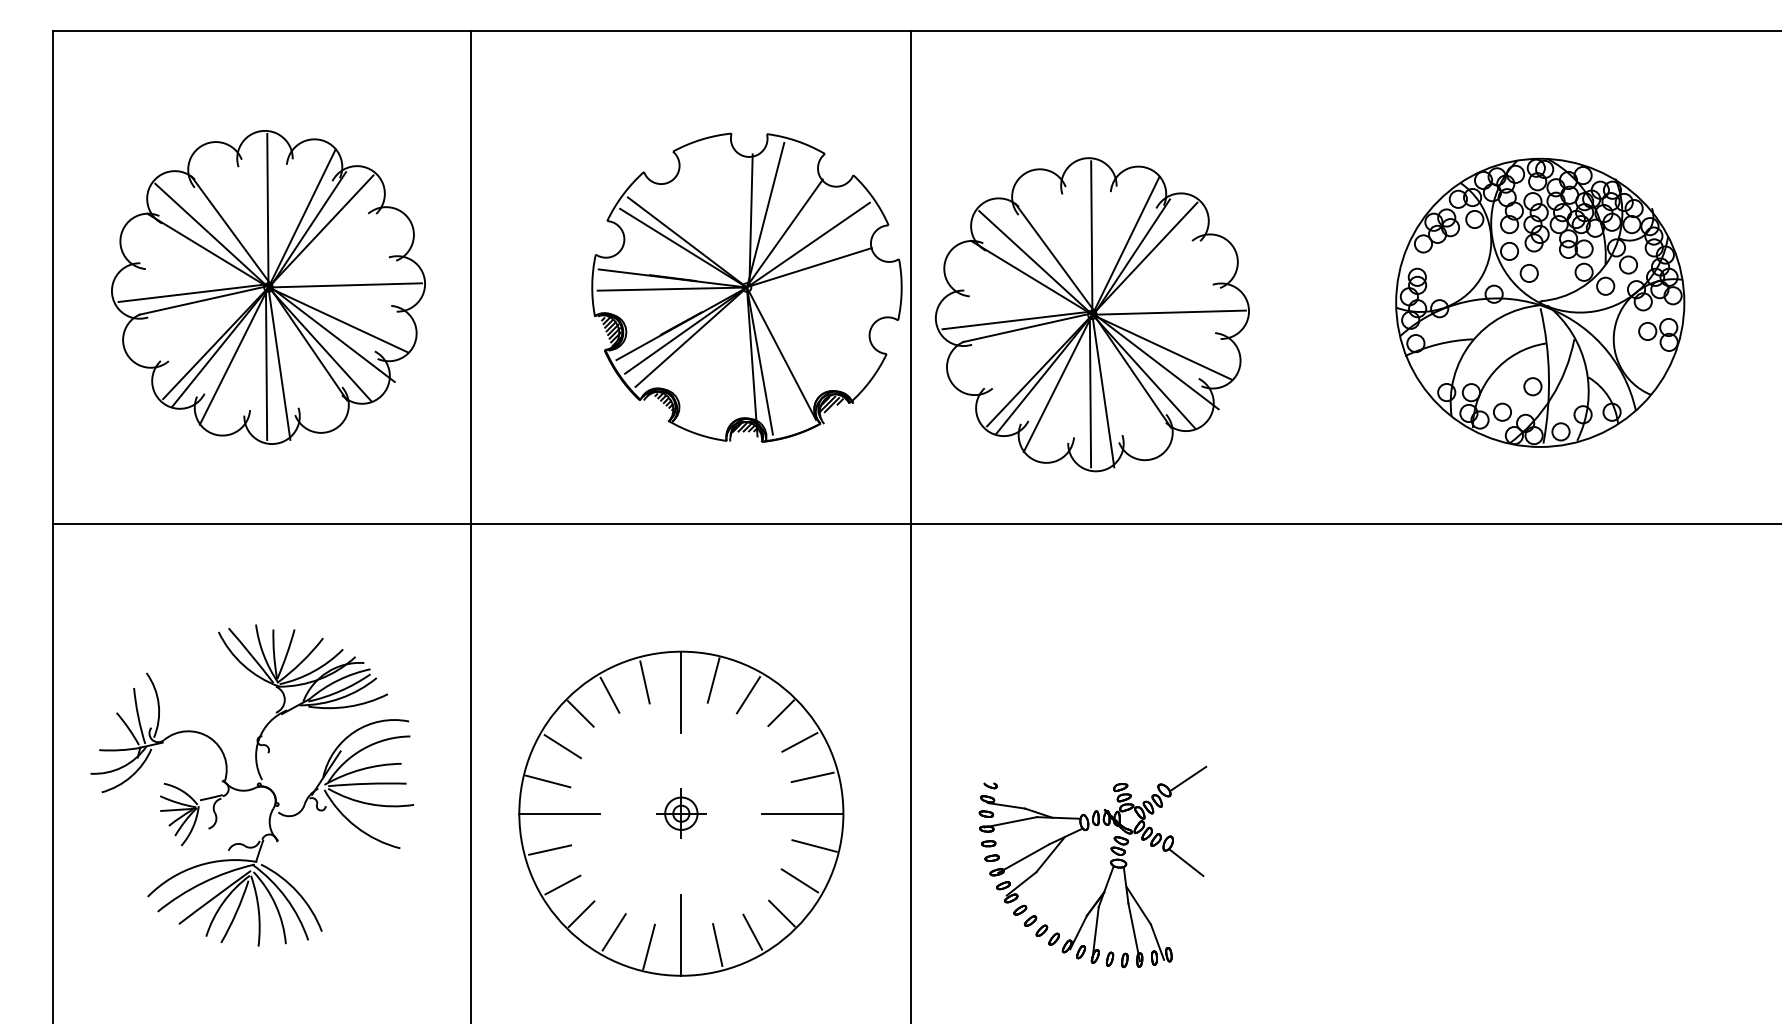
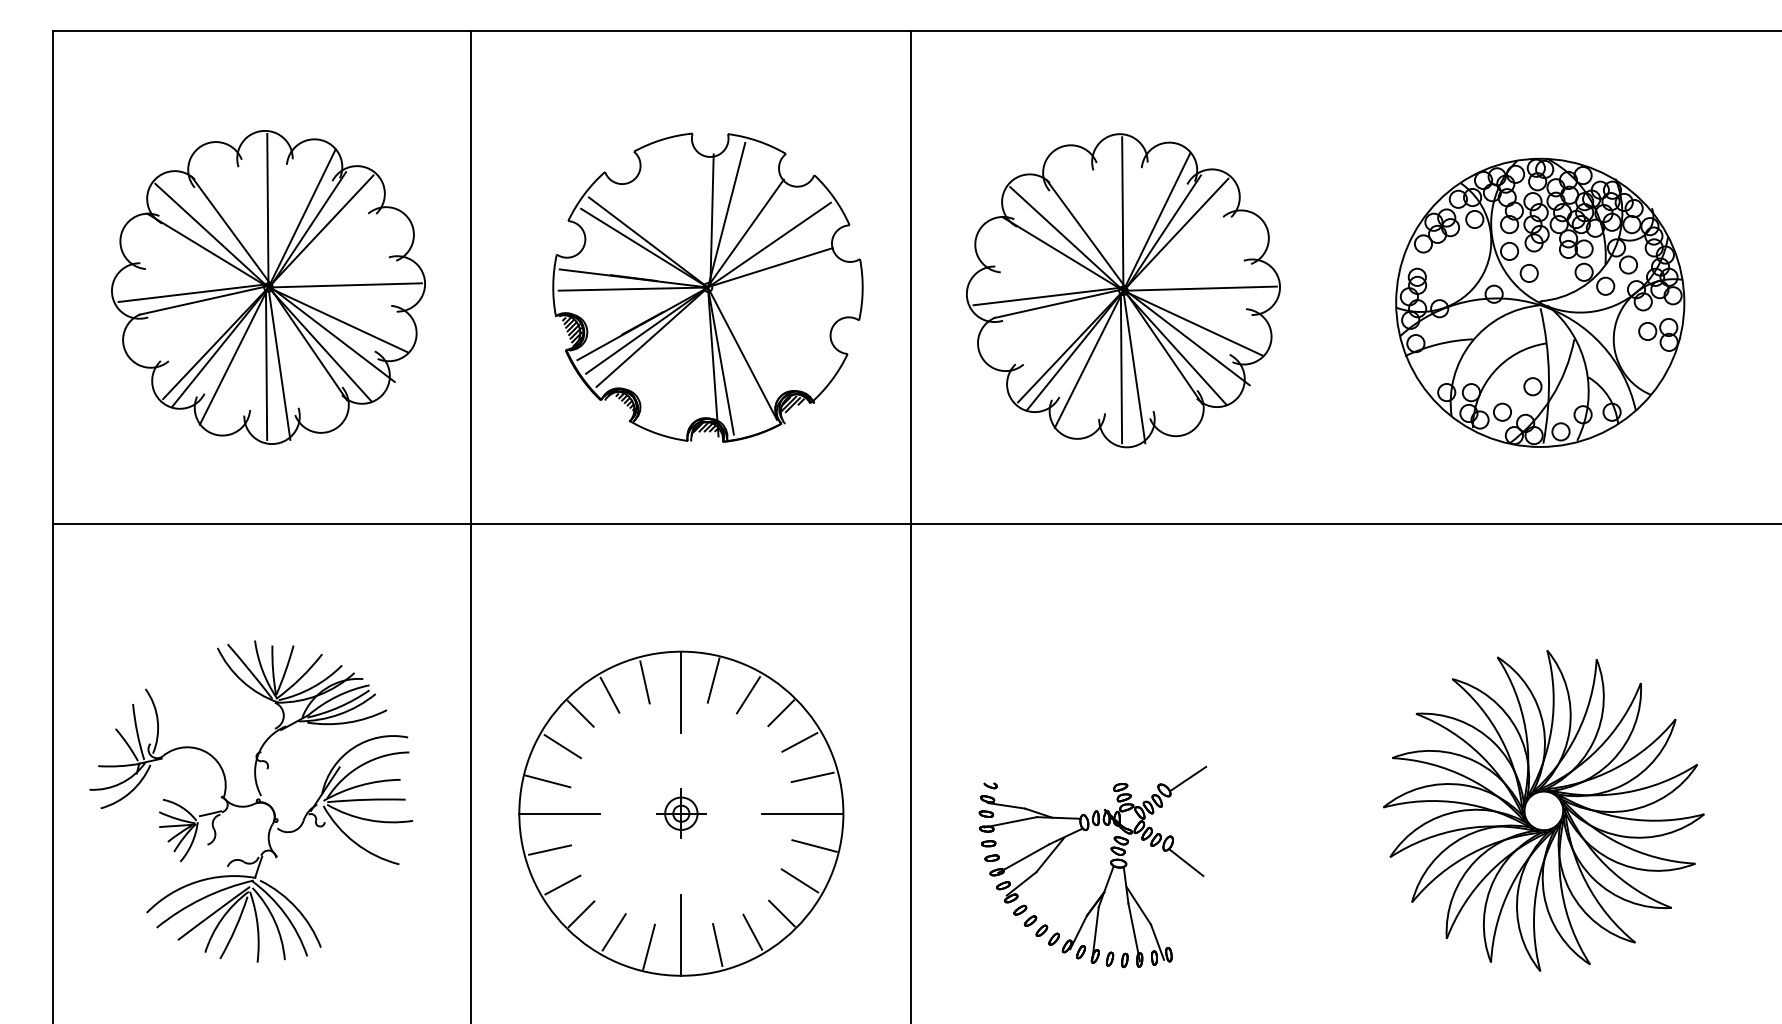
part at (746, 287) position: (746, 287) -> (707, 287)
part at (1092, 314) position: (1092, 314) -> (1123, 290)
part at (252, 785) position: (252, 785) -> (251, 801)
part at (1543, 810): none -> present
